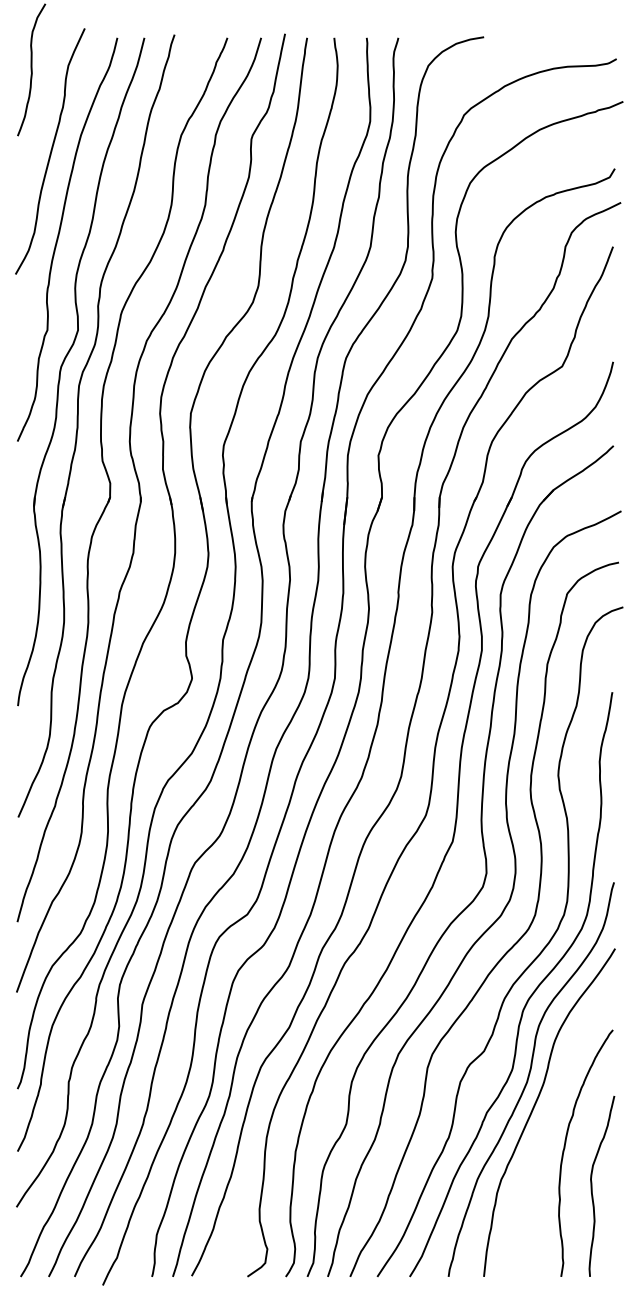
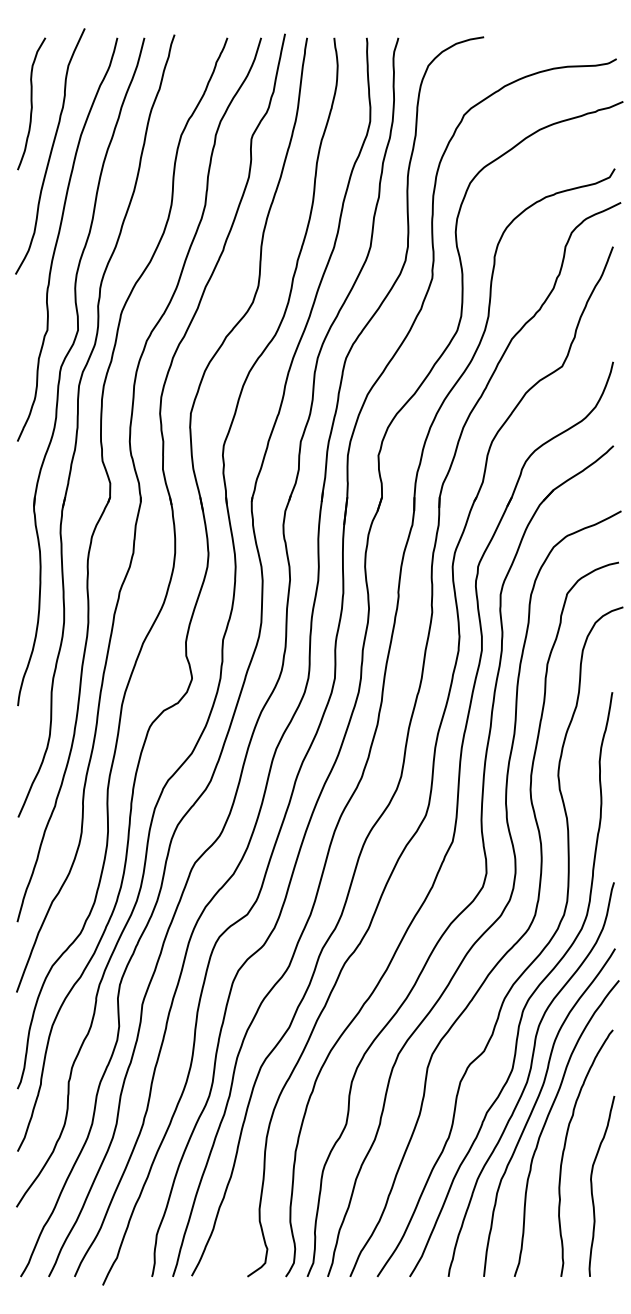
curve at (31, 69) position: (31, 69) -> (31, 103)
curve at (547, 1120): none -> present
